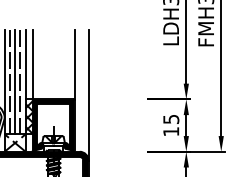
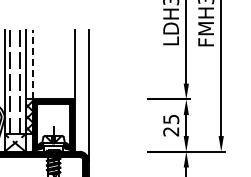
line at (32, 64): solid -> dashed
line at (15, 81): present -> none
text at (170, 131): 15 -> 25
